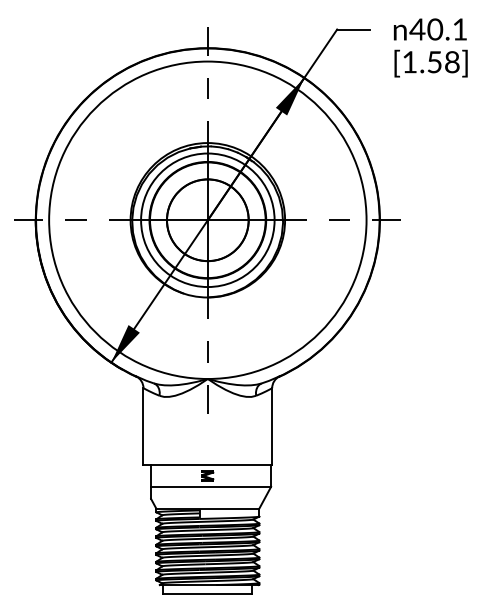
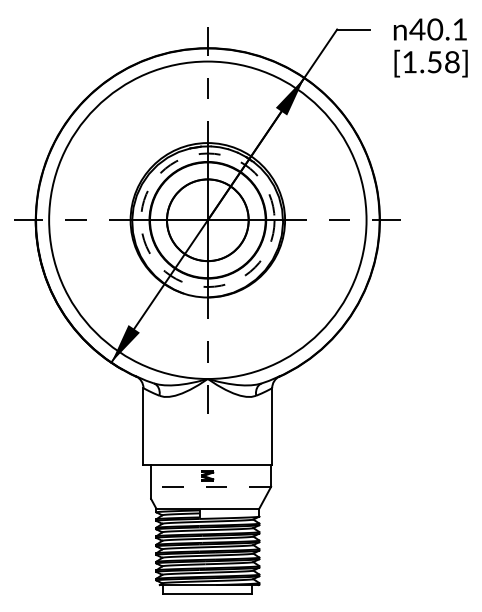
circle at (207, 220): solid -> dashed
line at (211, 486): solid -> dashed
